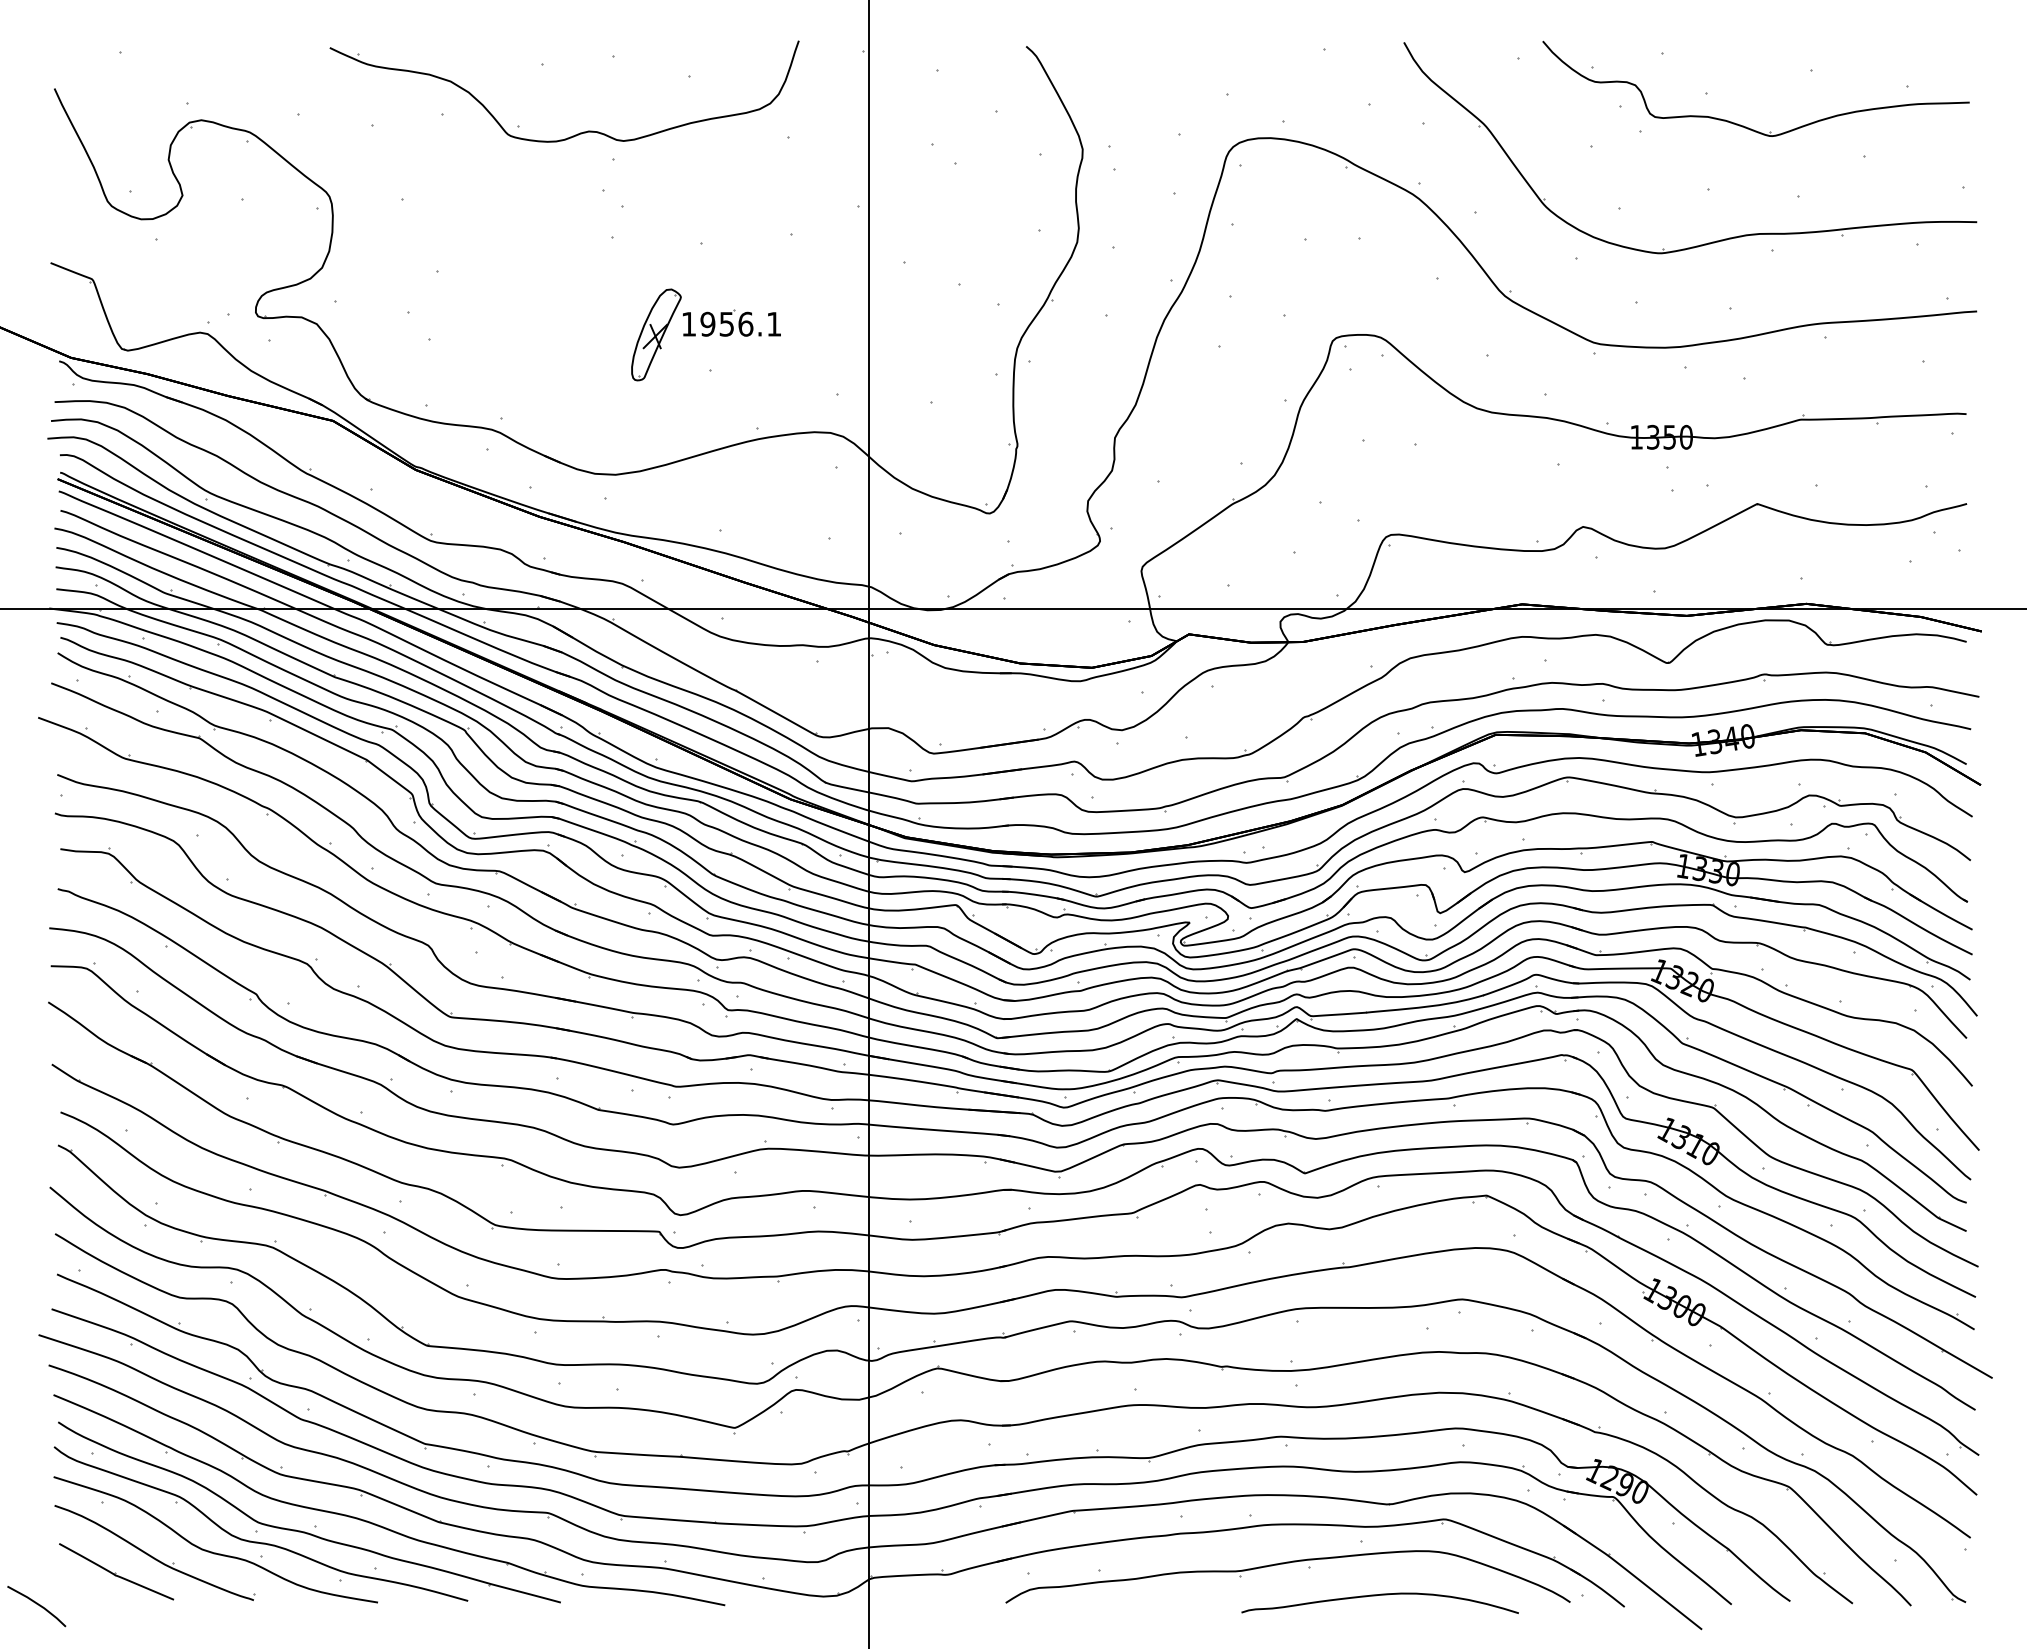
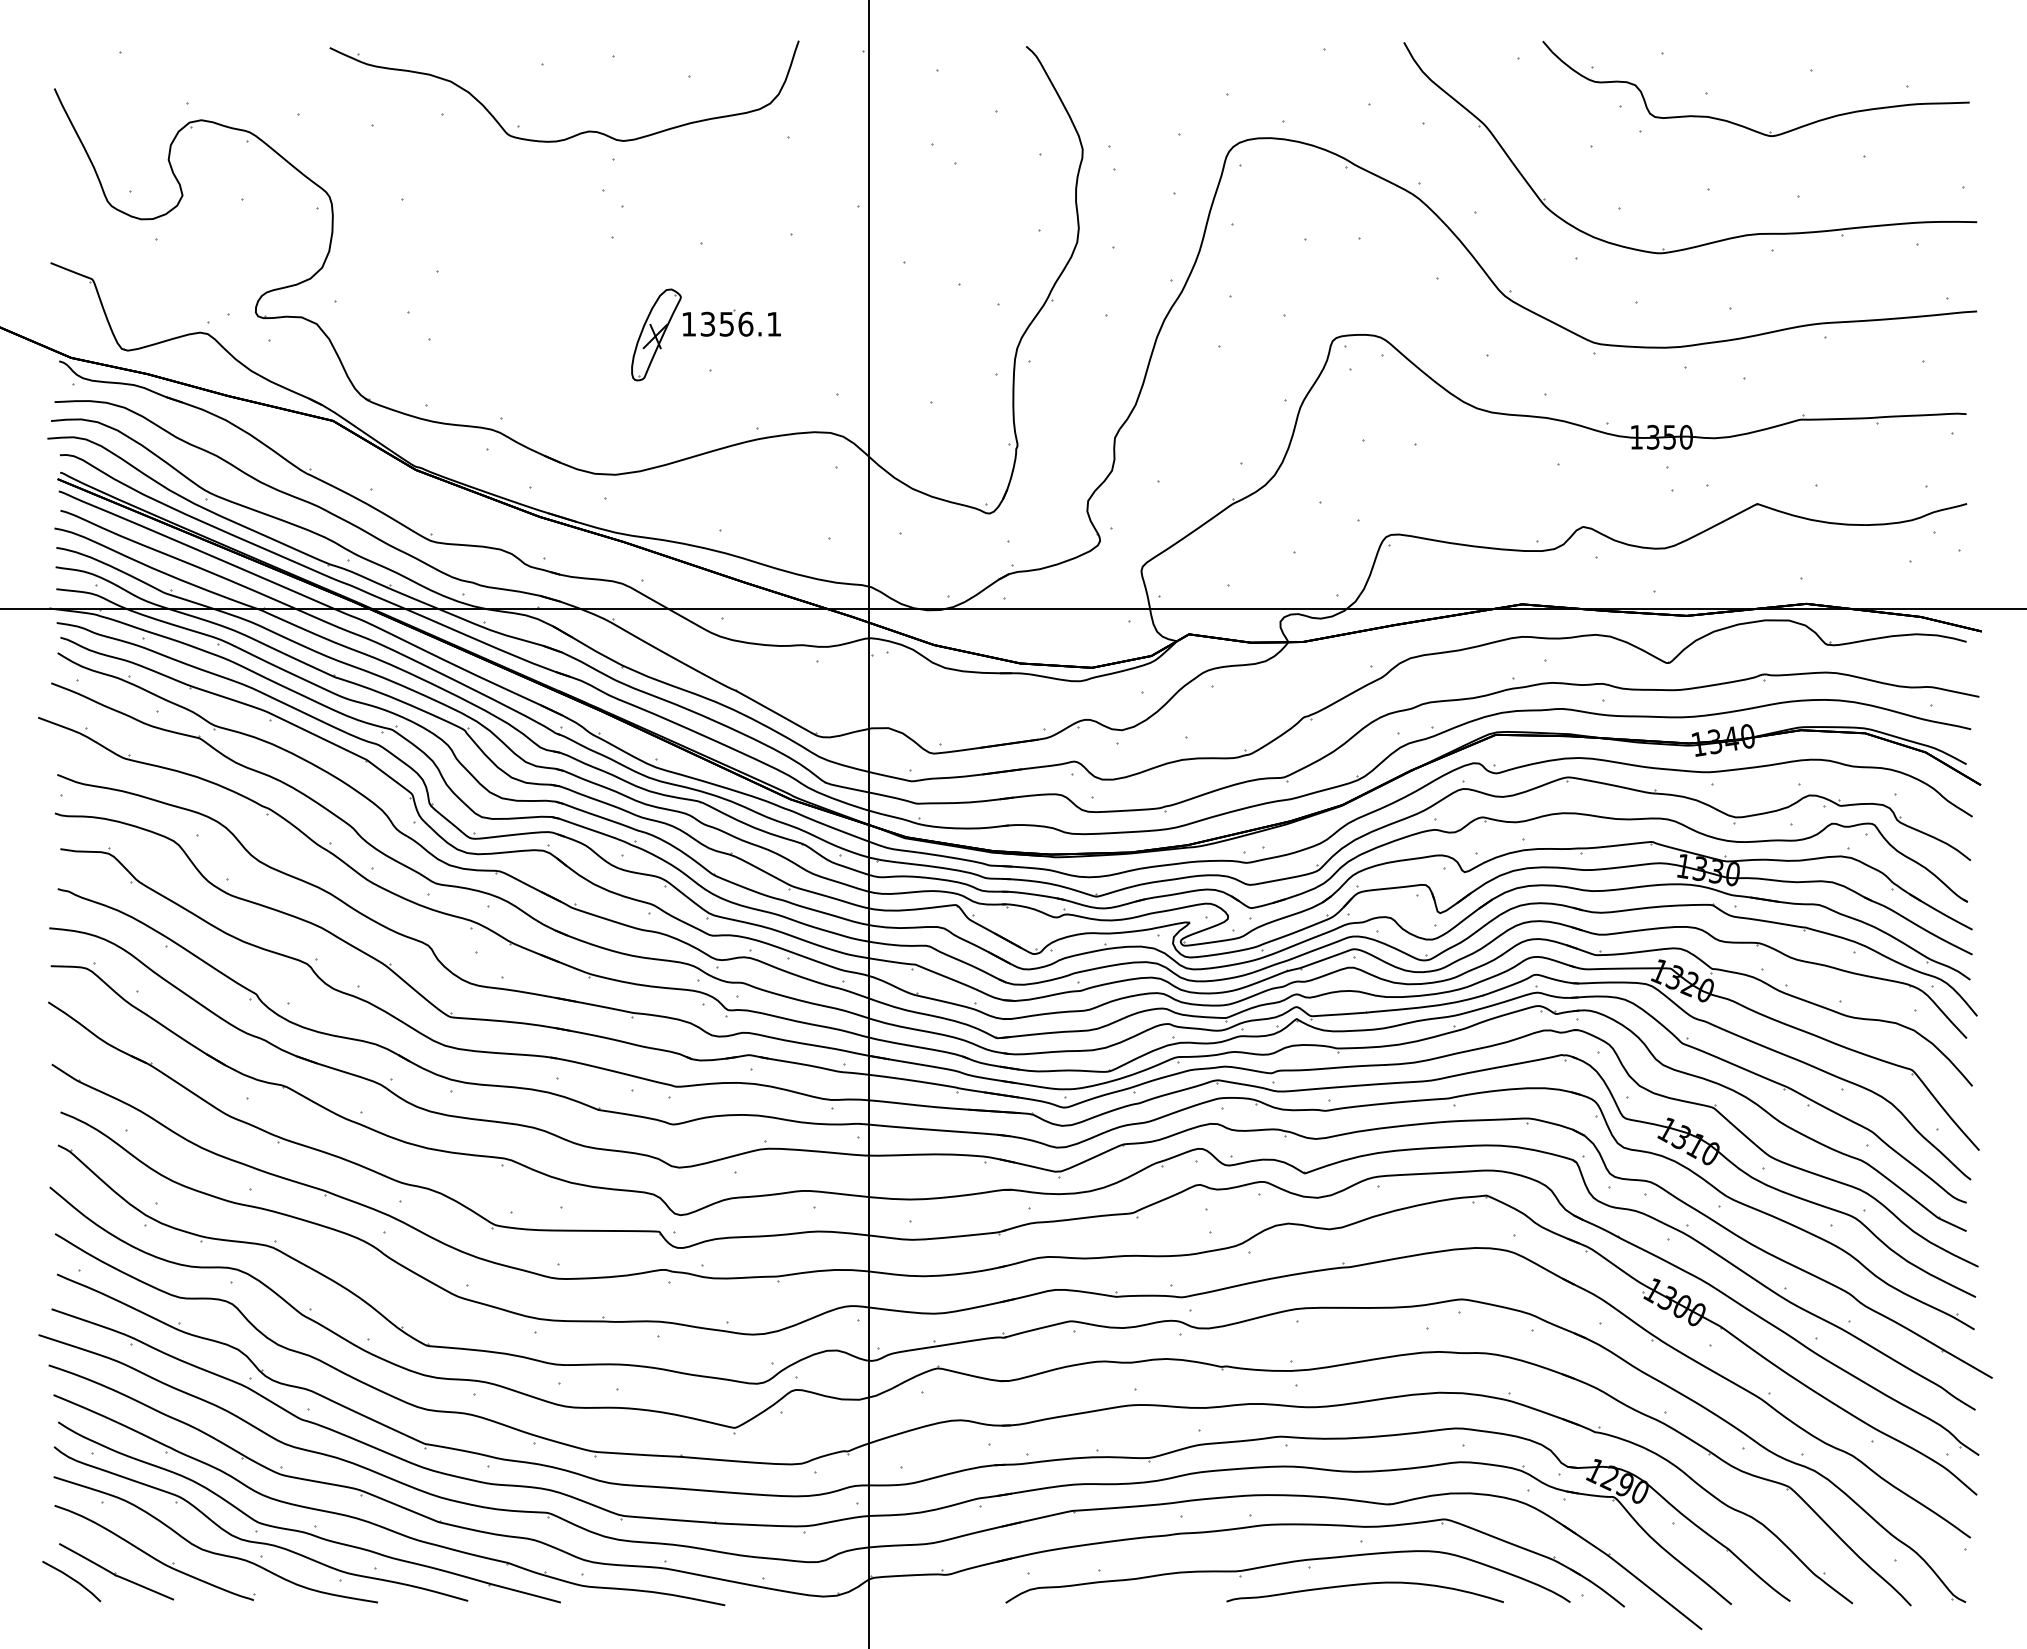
text at (707, 324): 1956.1 -> 1356.1
curve at (1376, 1596) position: (1376, 1596) -> (1361, 1585)
line at (36, 1604) position: (36, 1604) -> (71, 1579)
